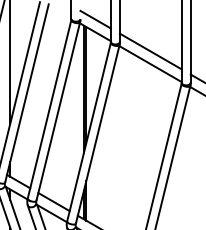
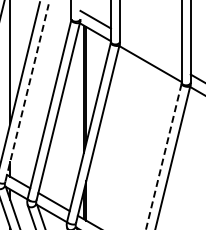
line at (150, 51): present -> none
line at (27, 92): solid -> dashed
line at (163, 156): solid -> dashed
